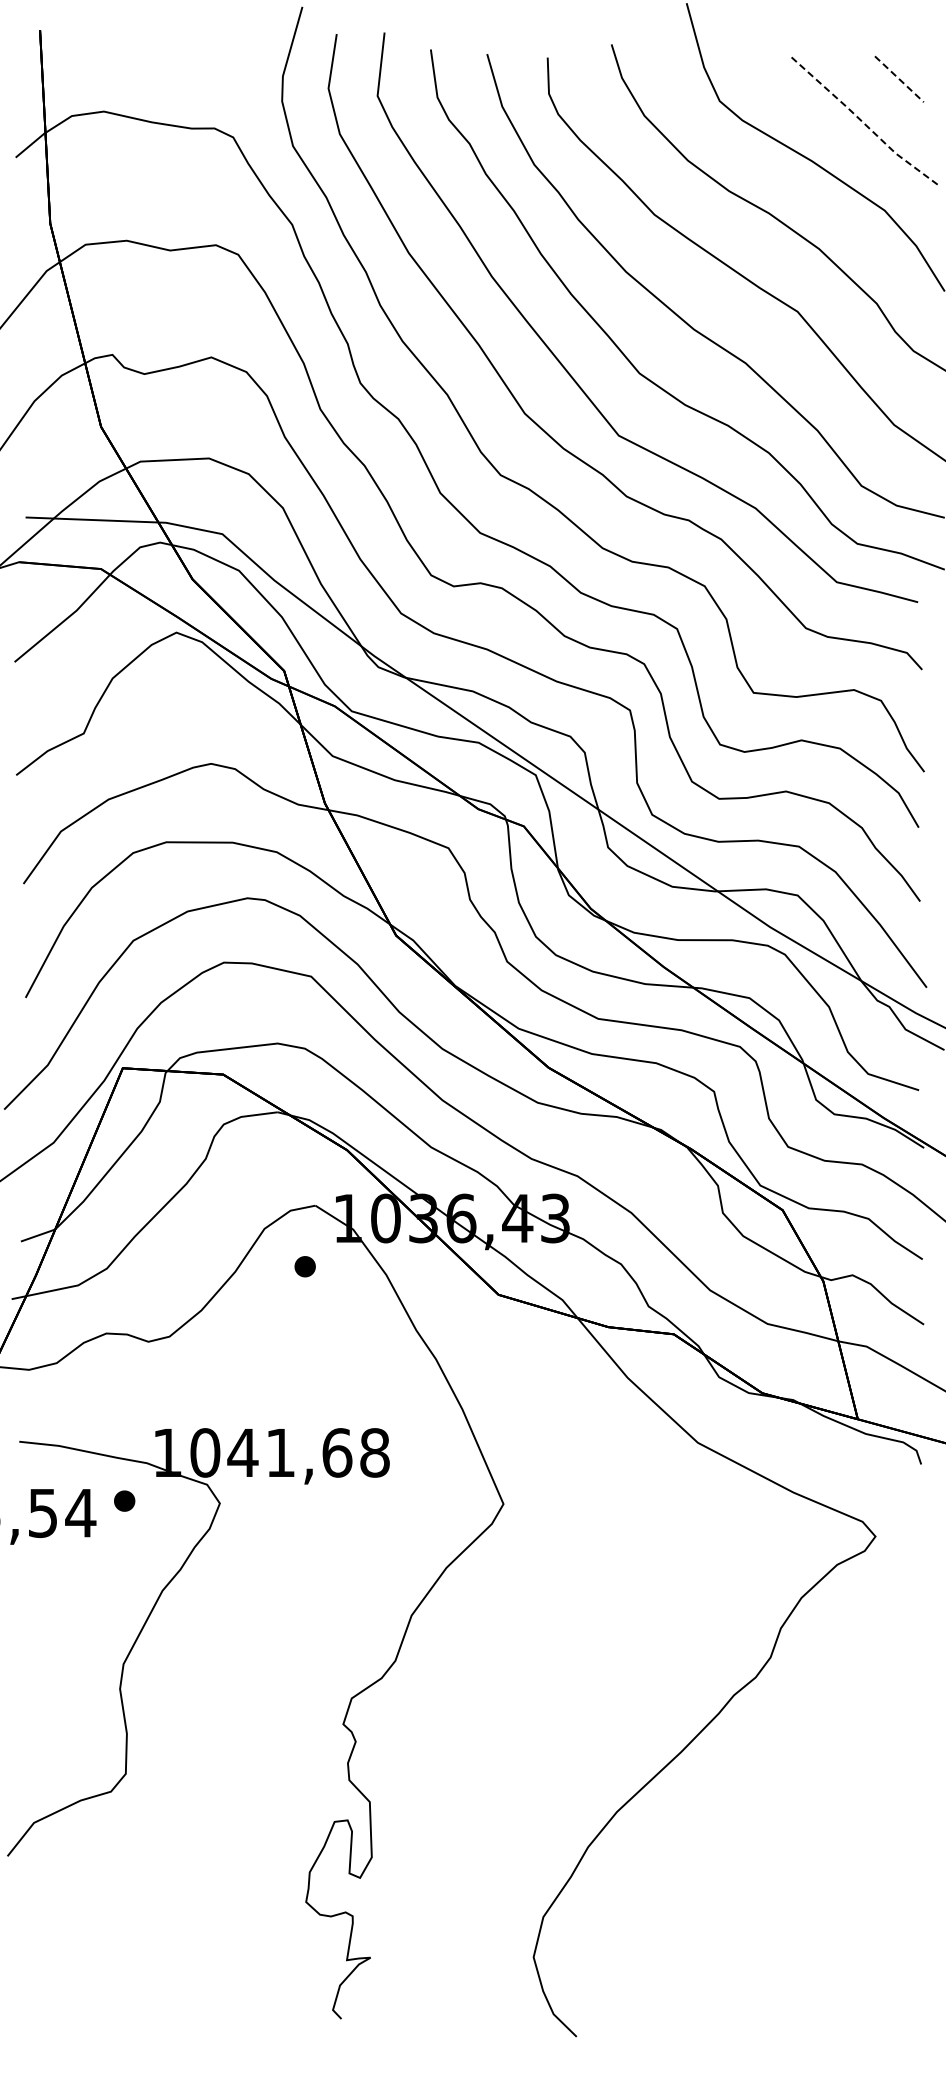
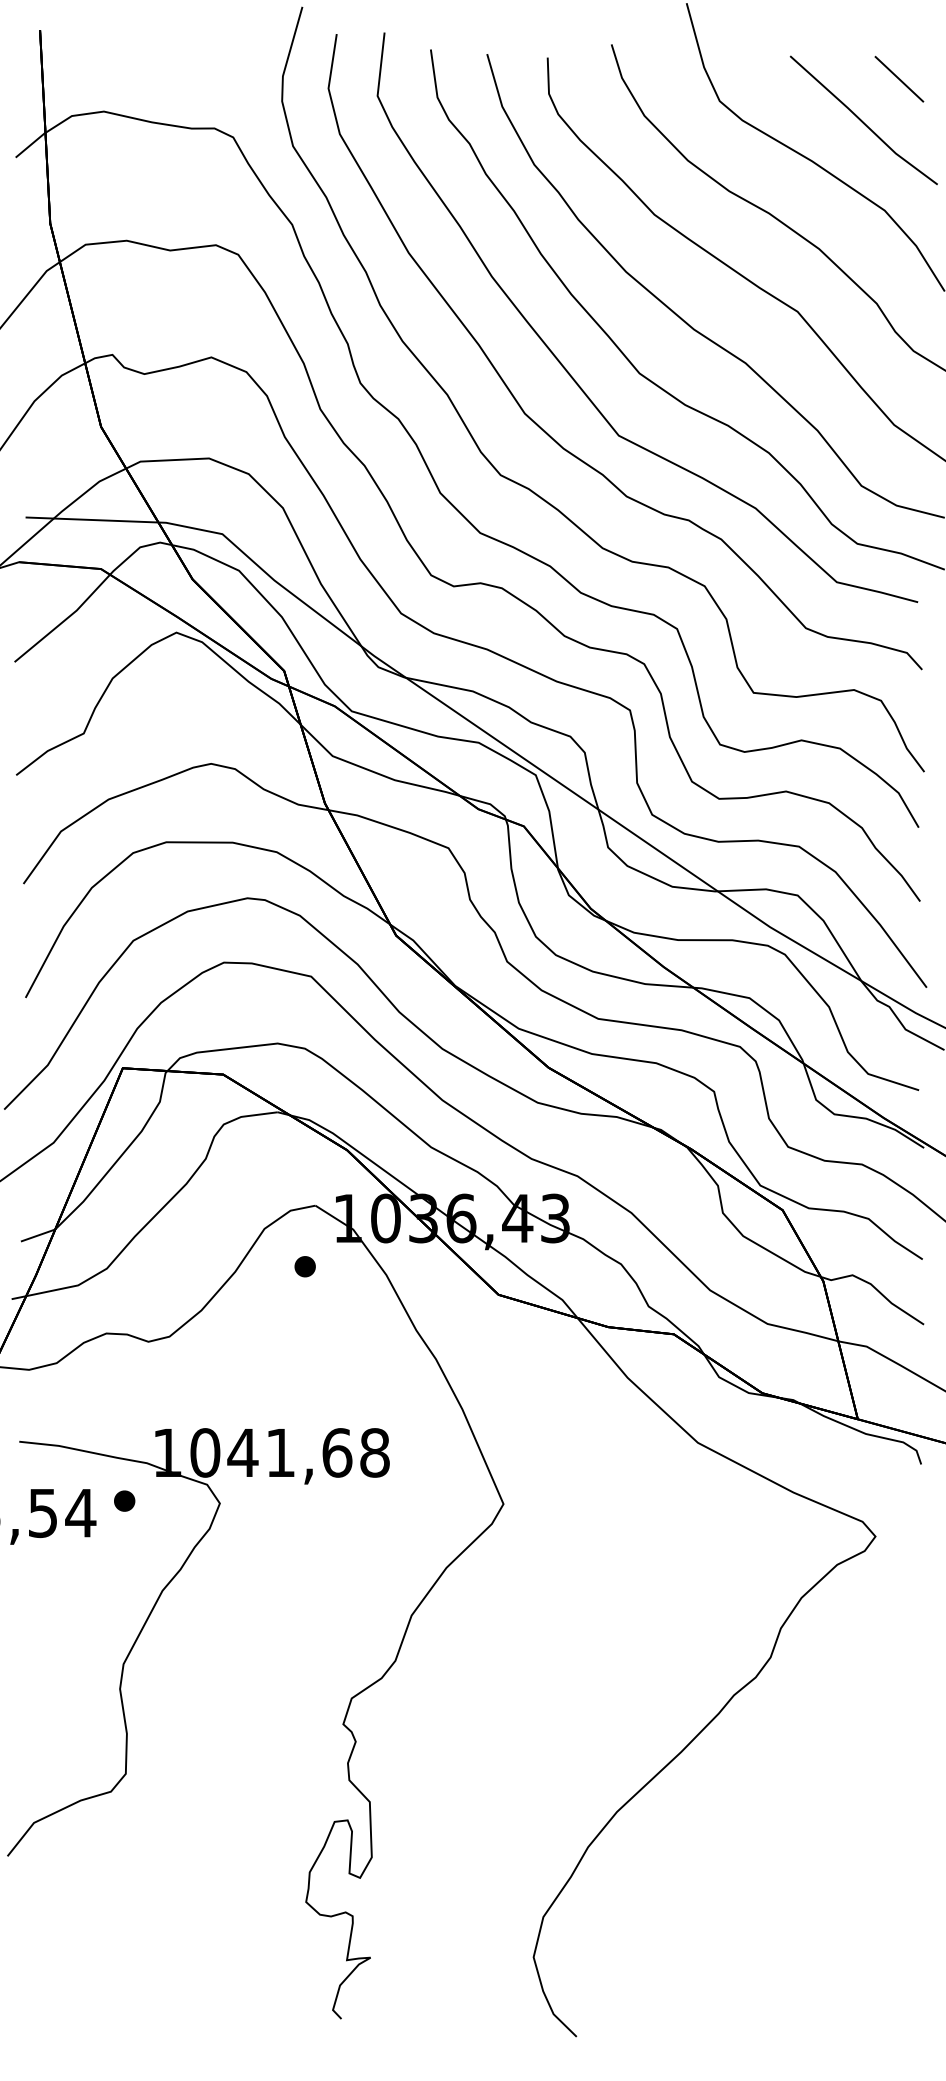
line at (899, 79): dashed -> solid
line at (862, 122): dashed -> solid
